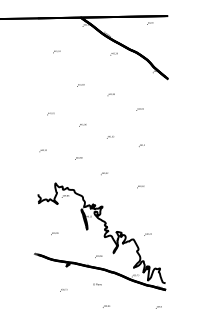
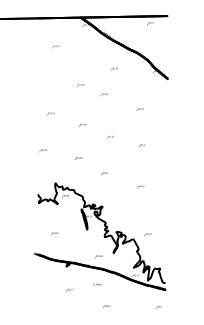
text at (56, 51) position: (56, 51) -> (55, 46)
text at (113, 54) position: (113, 54) -> (113, 69)
text at (110, 94) position: (110, 94) -> (103, 94)
text at (63, 290) position: (63, 290) -> (69, 290)
